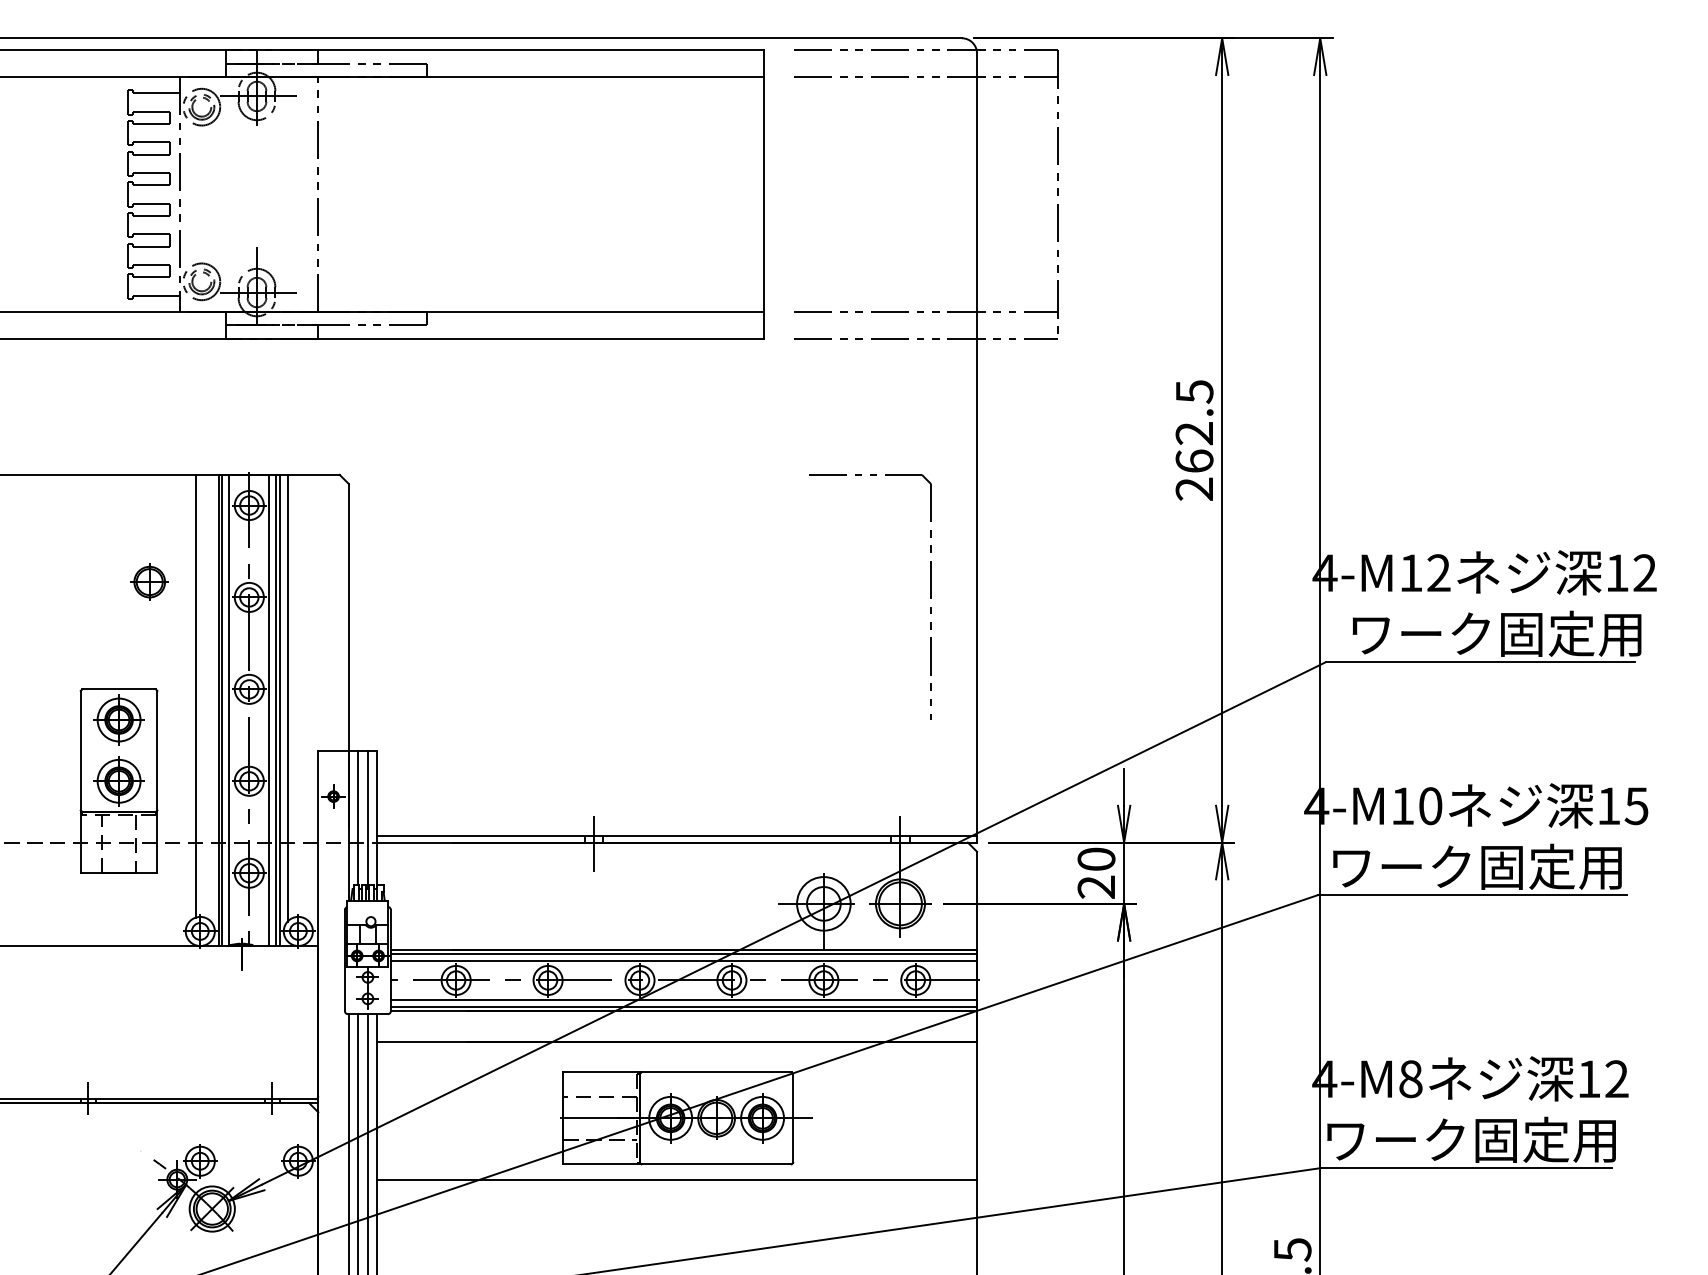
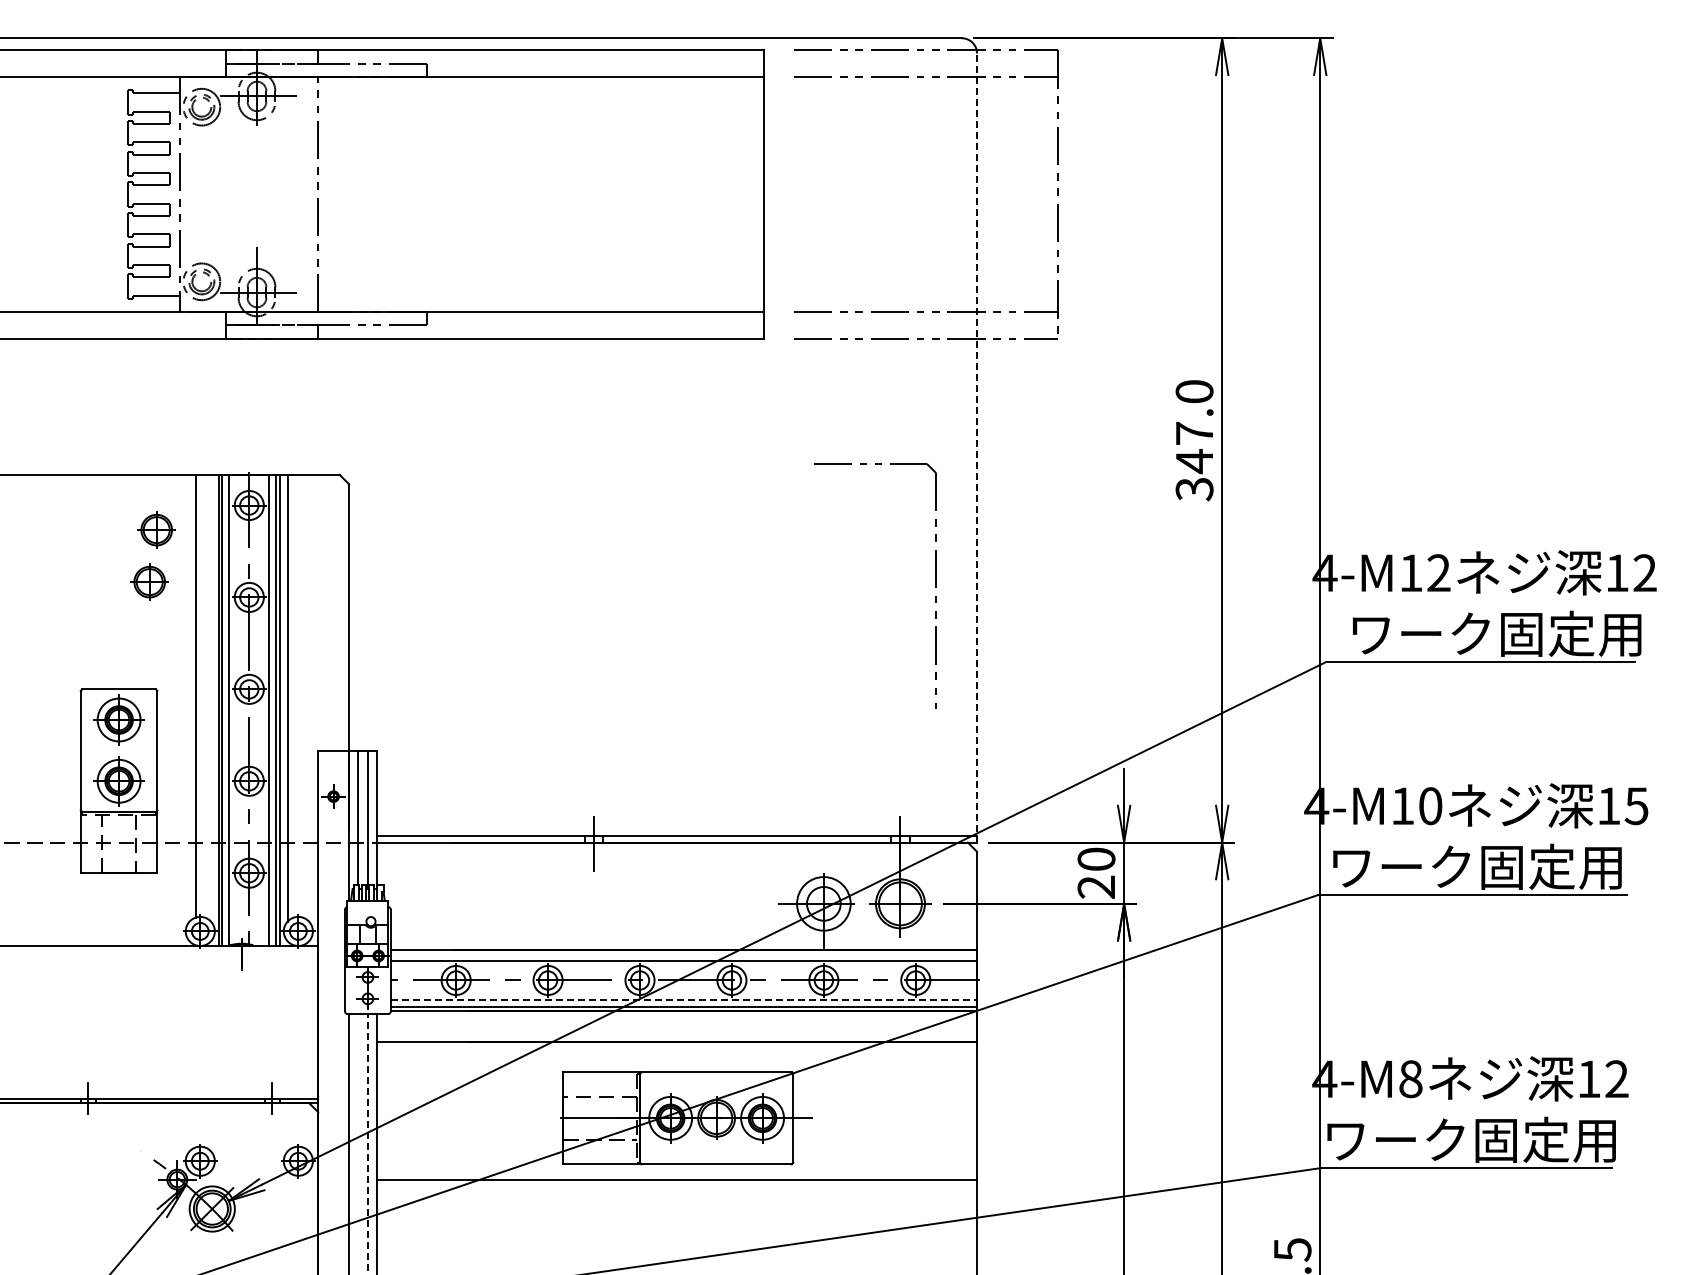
text at (1194, 440): 262.5 -> 347.0
line at (977, 448): solid -> dashed
part at (156, 529): none -> present
part at (930, 596) position: (930, 596) -> (935, 585)
line at (683, 953): present -> none
line at (684, 1000): solid -> dashed
line at (357, 1142): present -> none
line at (367, 1144): solid -> dashed
